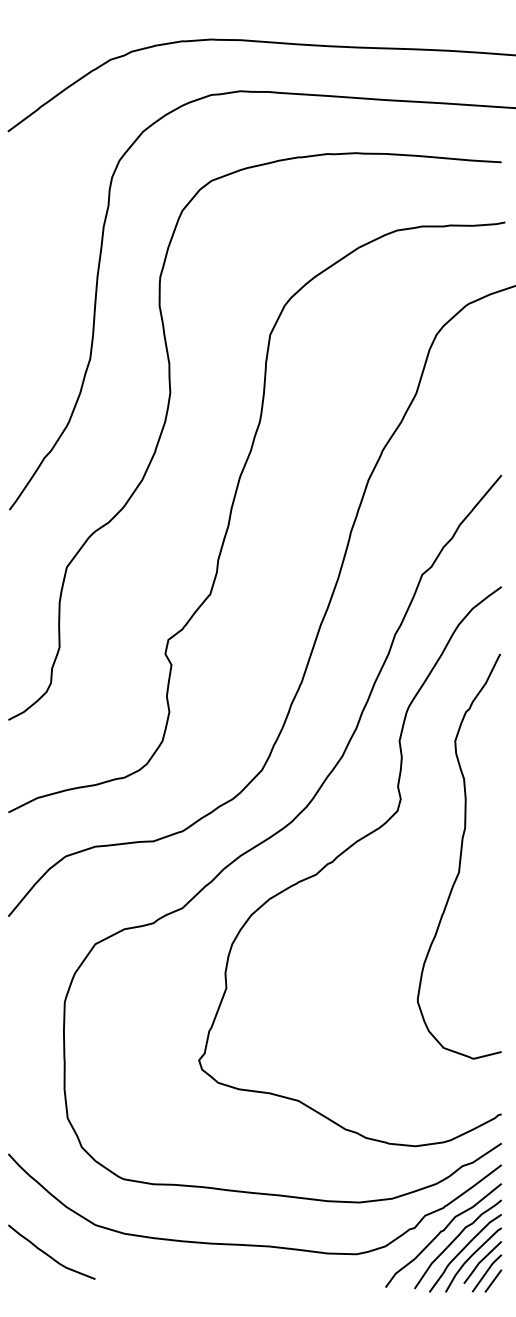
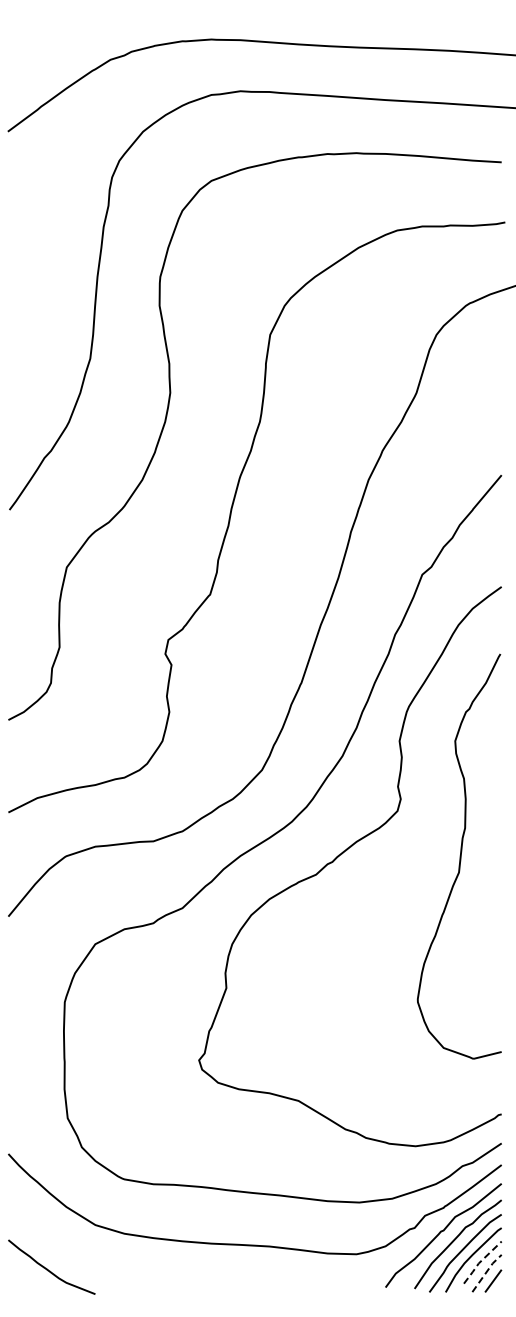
curve at (50, 1255) position: (50, 1255) -> (50, 1270)
line at (480, 1262): solid -> dashed
line at (486, 1272): solid -> dashed
